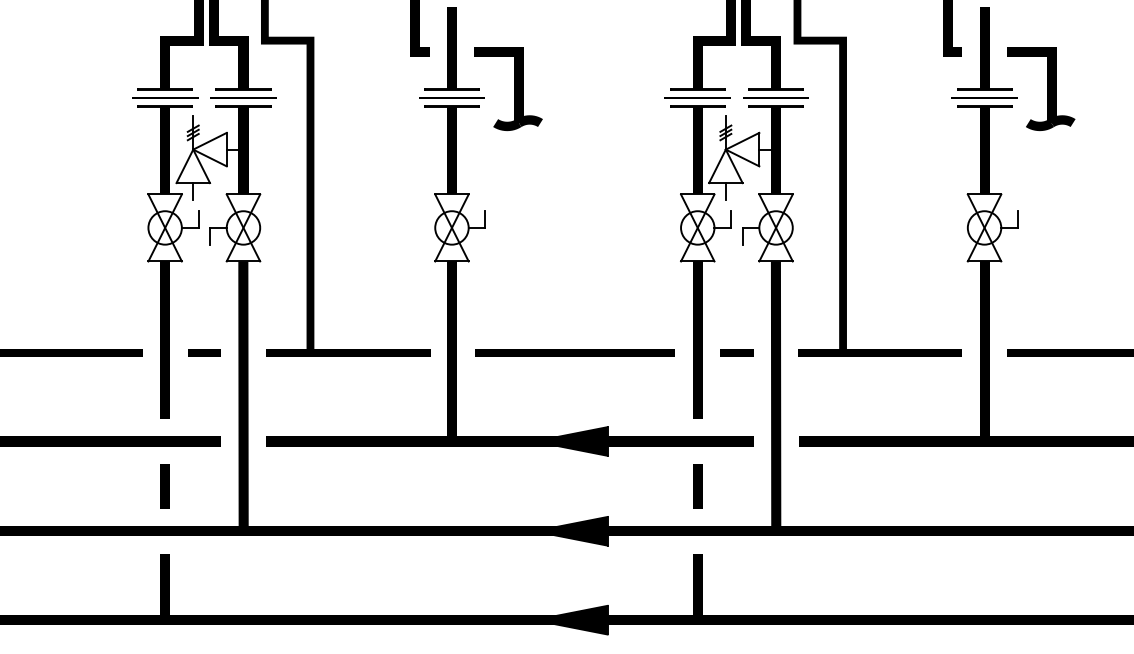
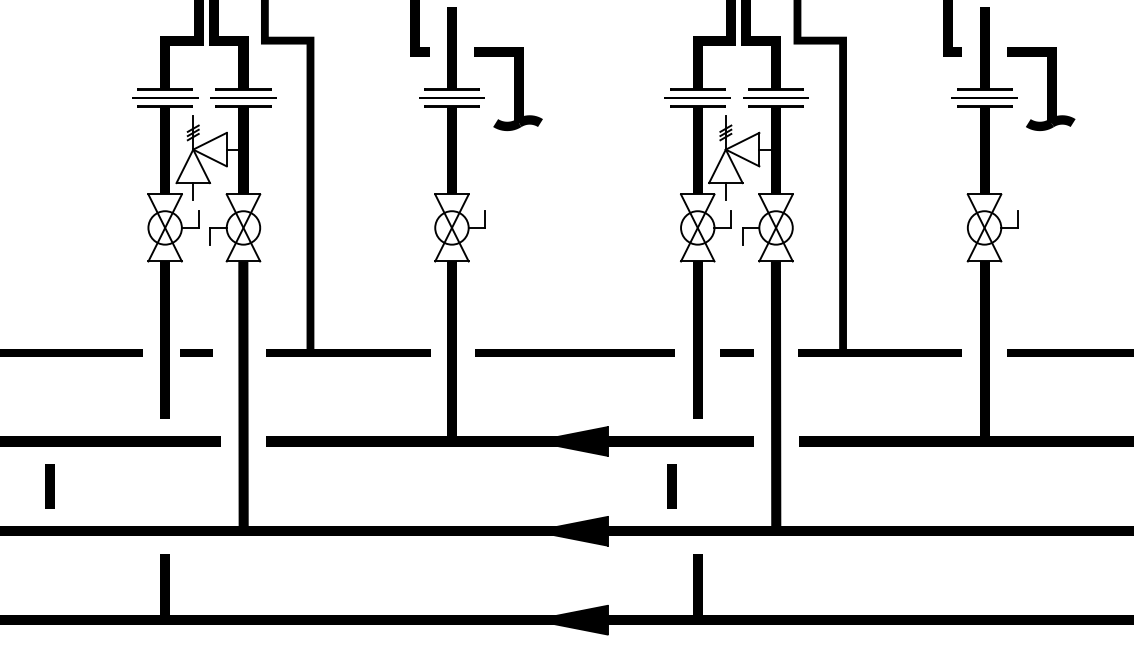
line at (204, 352) position: (204, 352) -> (196, 352)
line at (164, 486) position: (164, 486) -> (49, 486)
line at (697, 486) position: (697, 486) -> (671, 486)
